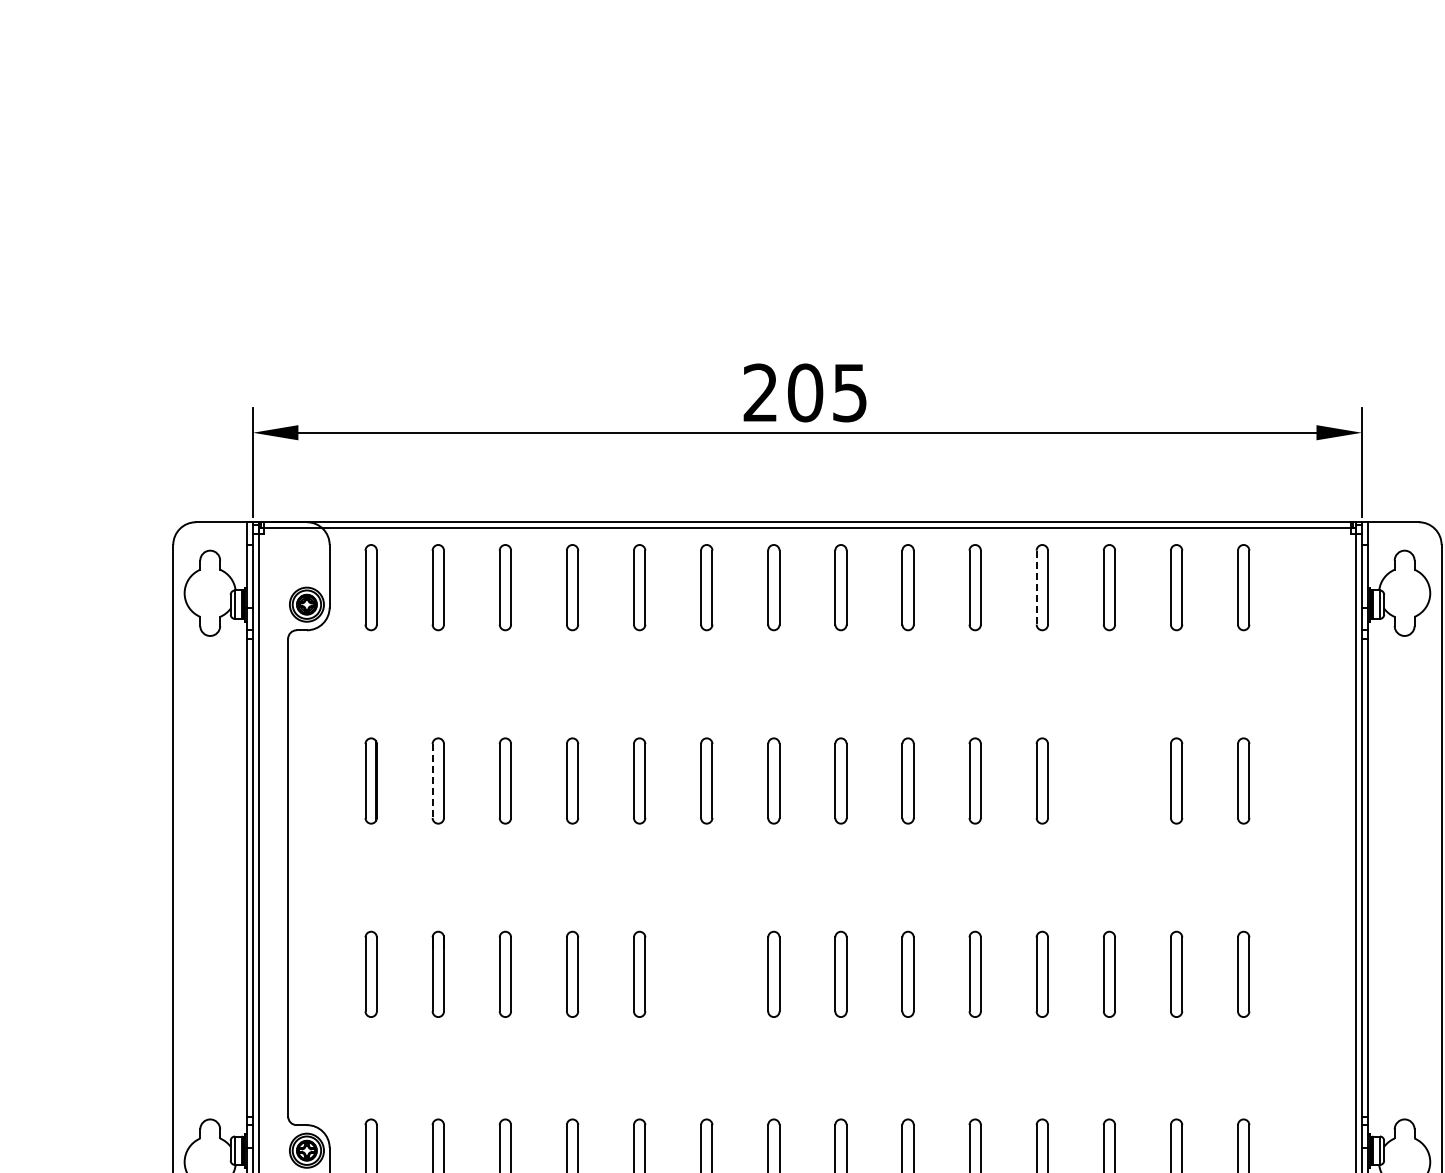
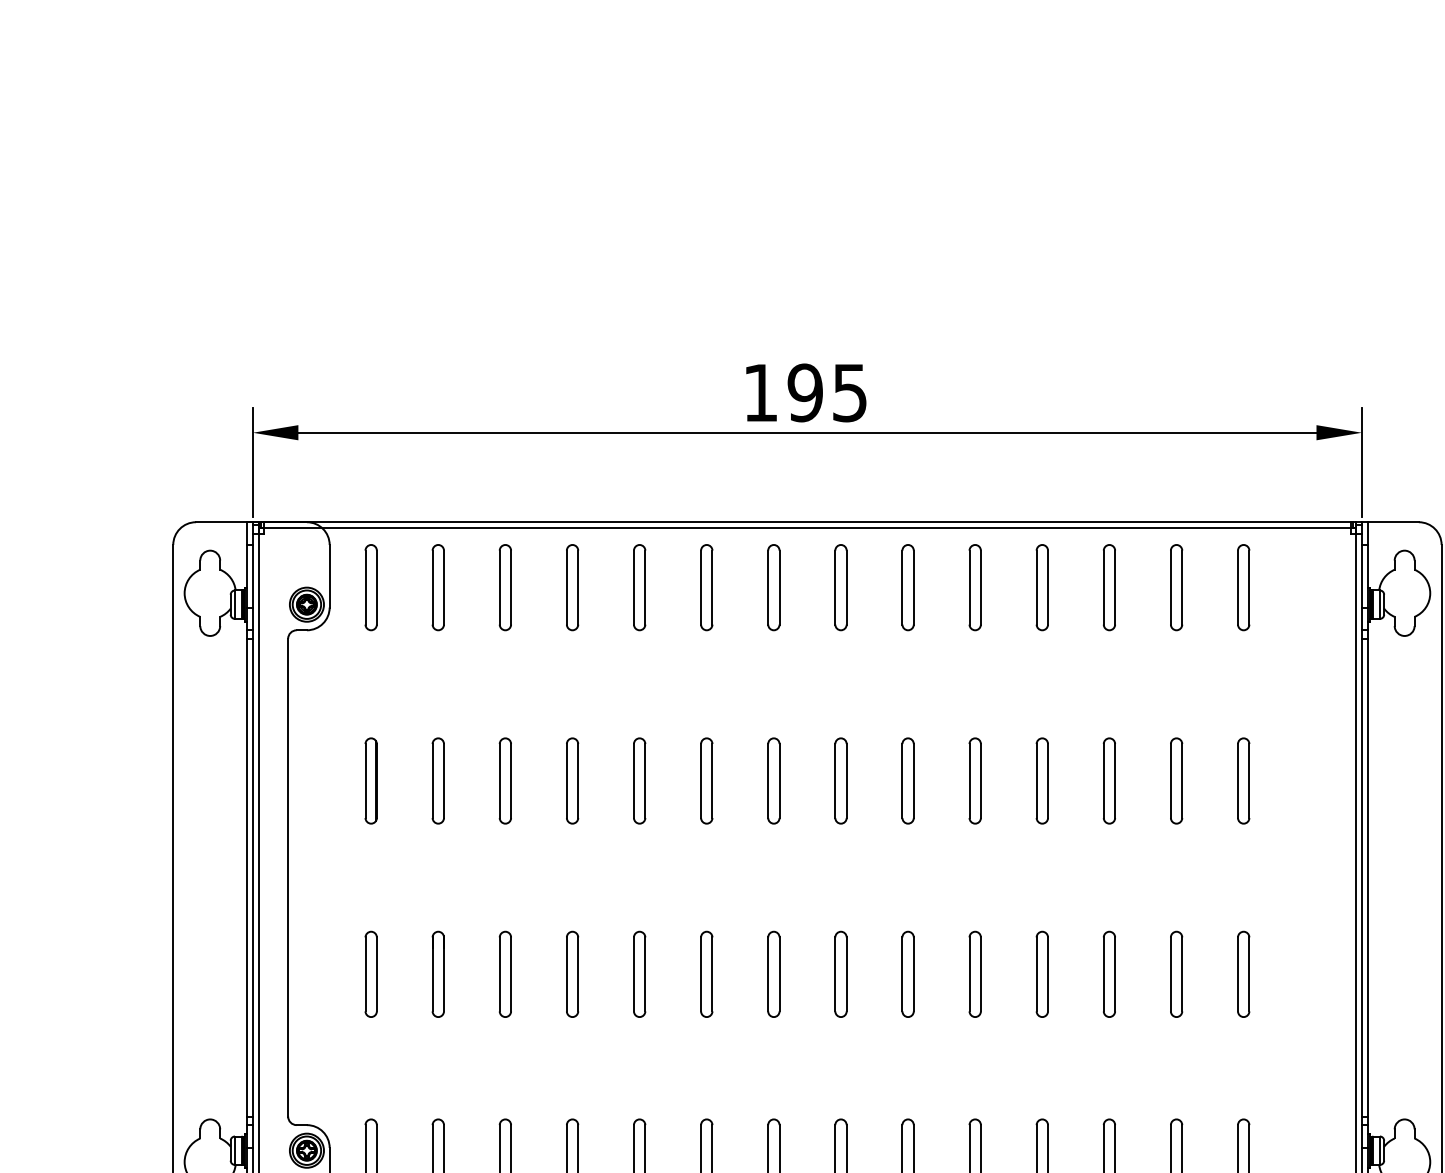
text at (783, 392): 205 -> 195
line at (1036, 587): dashed -> solid
part at (1108, 780): none -> present
line at (432, 781): dashed -> solid
part at (706, 973): none -> present
